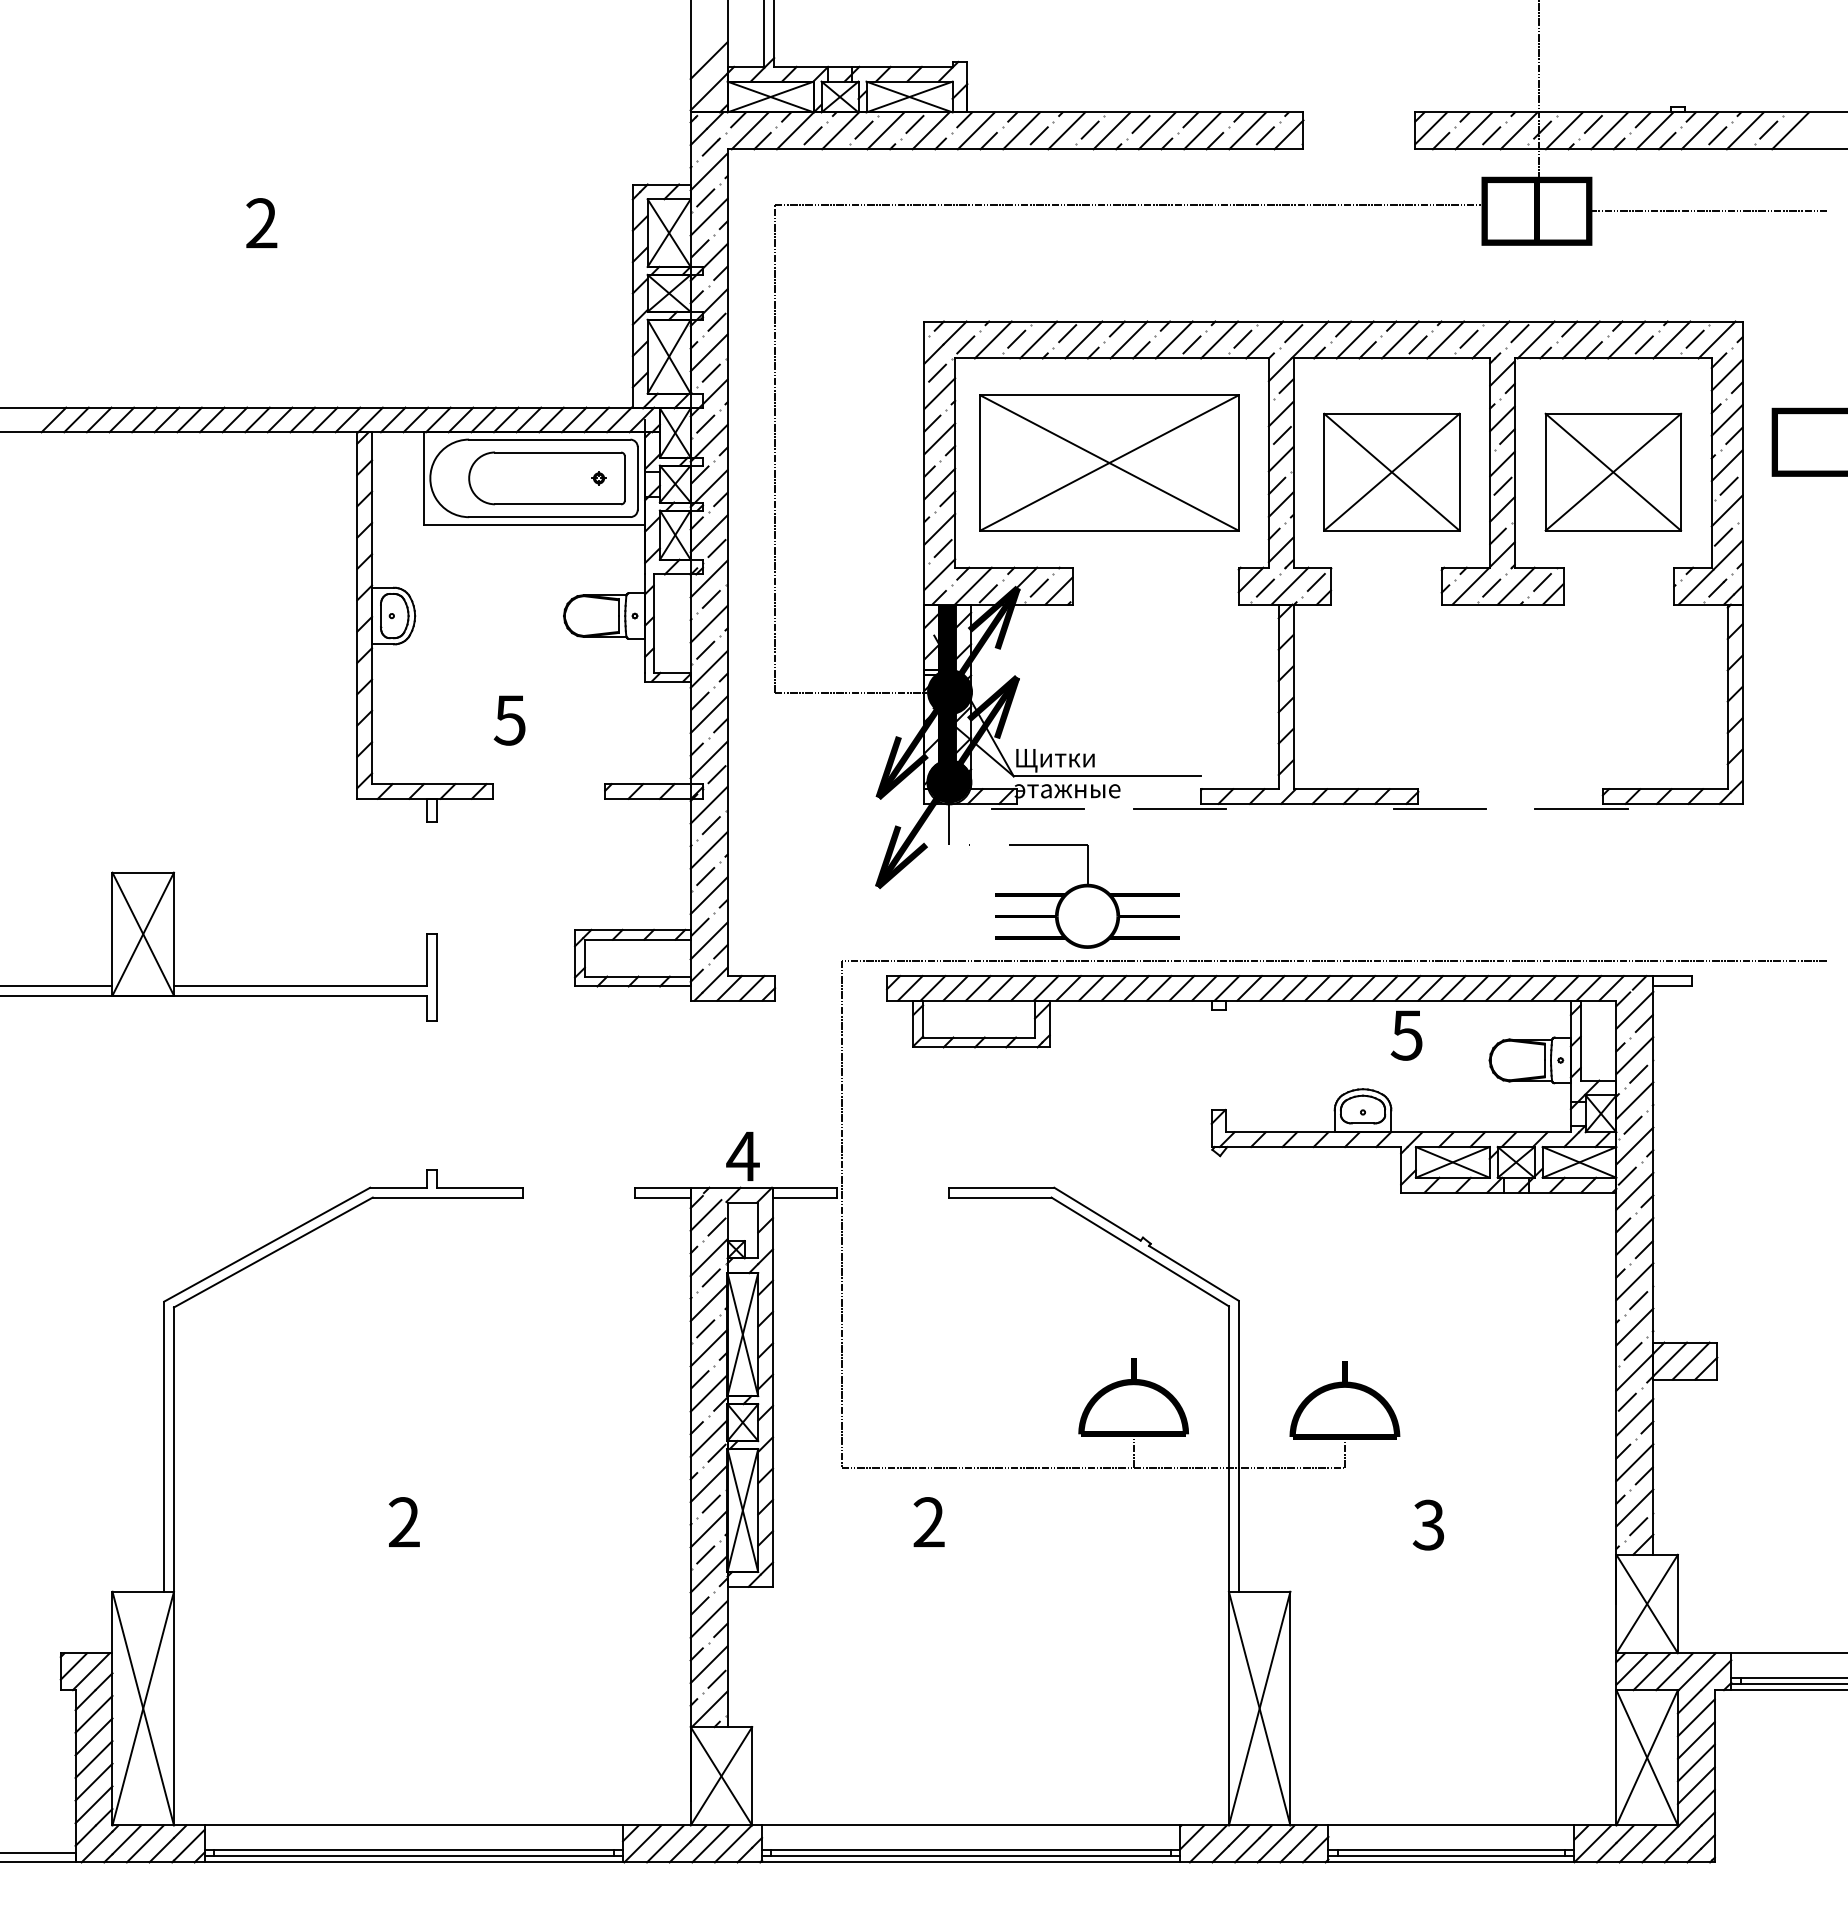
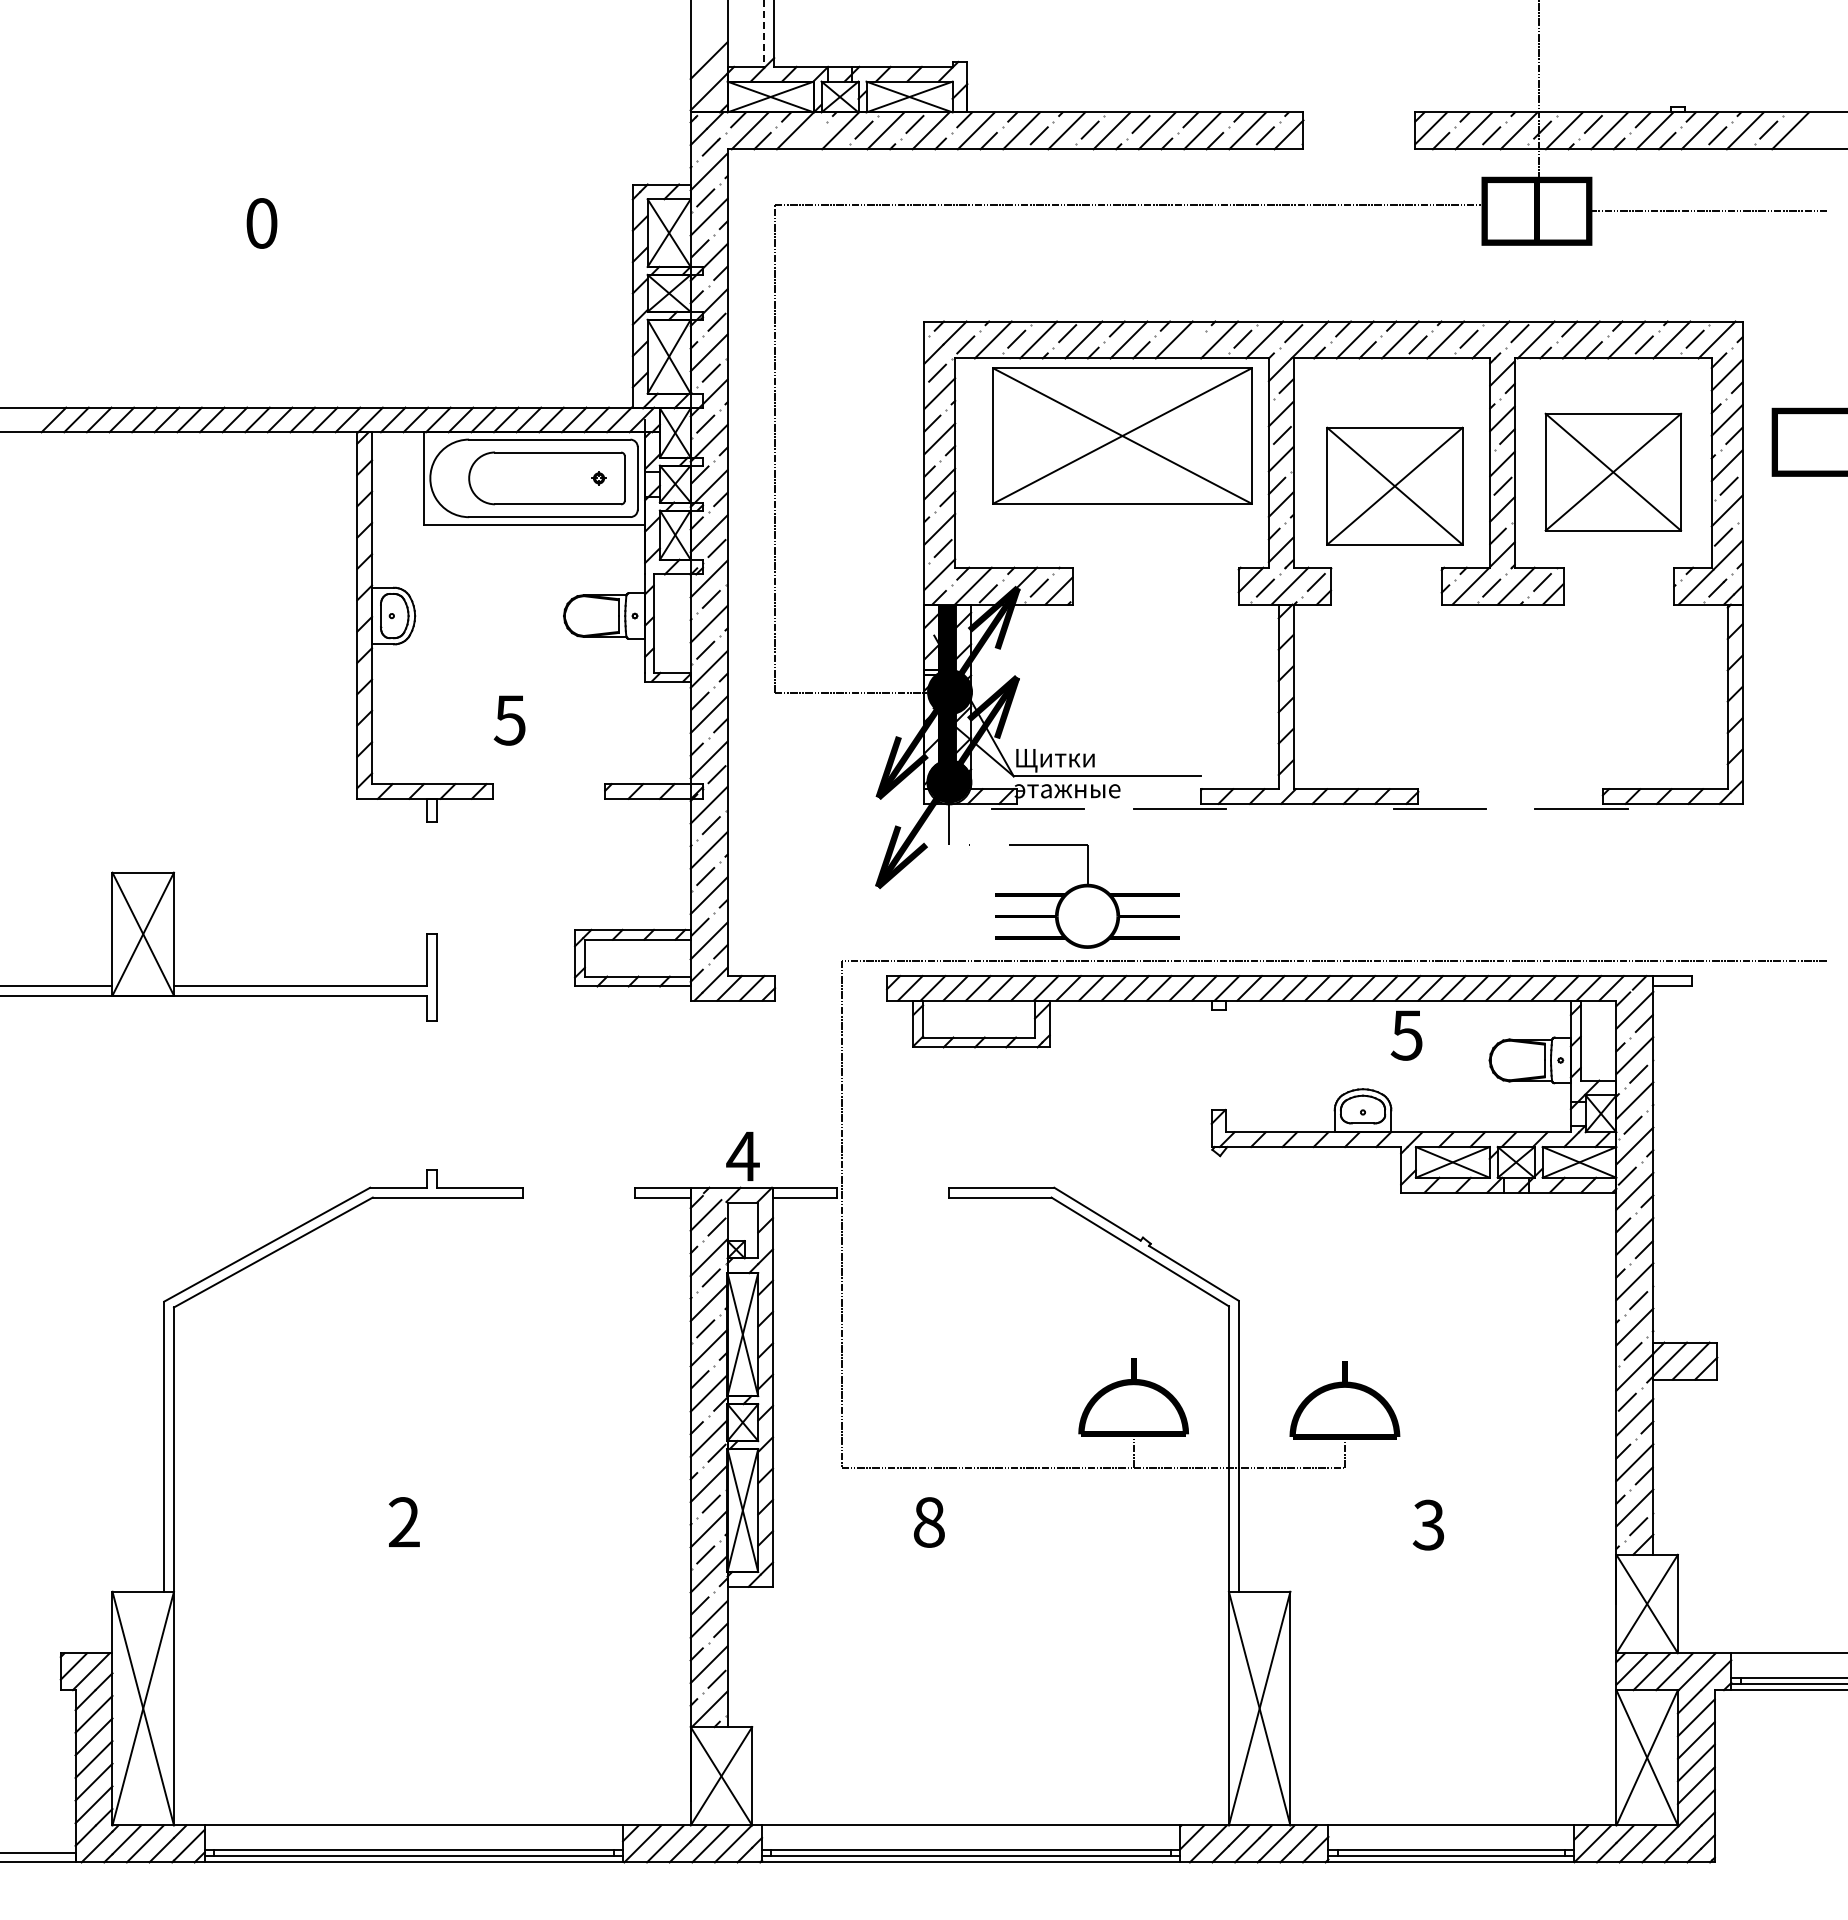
line at (764, 33): solid -> dashed
line at (812, 135): present -> none
text at (261, 223): 2 -> 0
line at (1191, 344): present -> none
part at (1109, 462) position: (1109, 462) -> (1122, 435)
part at (1391, 471) position: (1391, 471) -> (1394, 485)
text at (928, 1522): 2 -> 8
